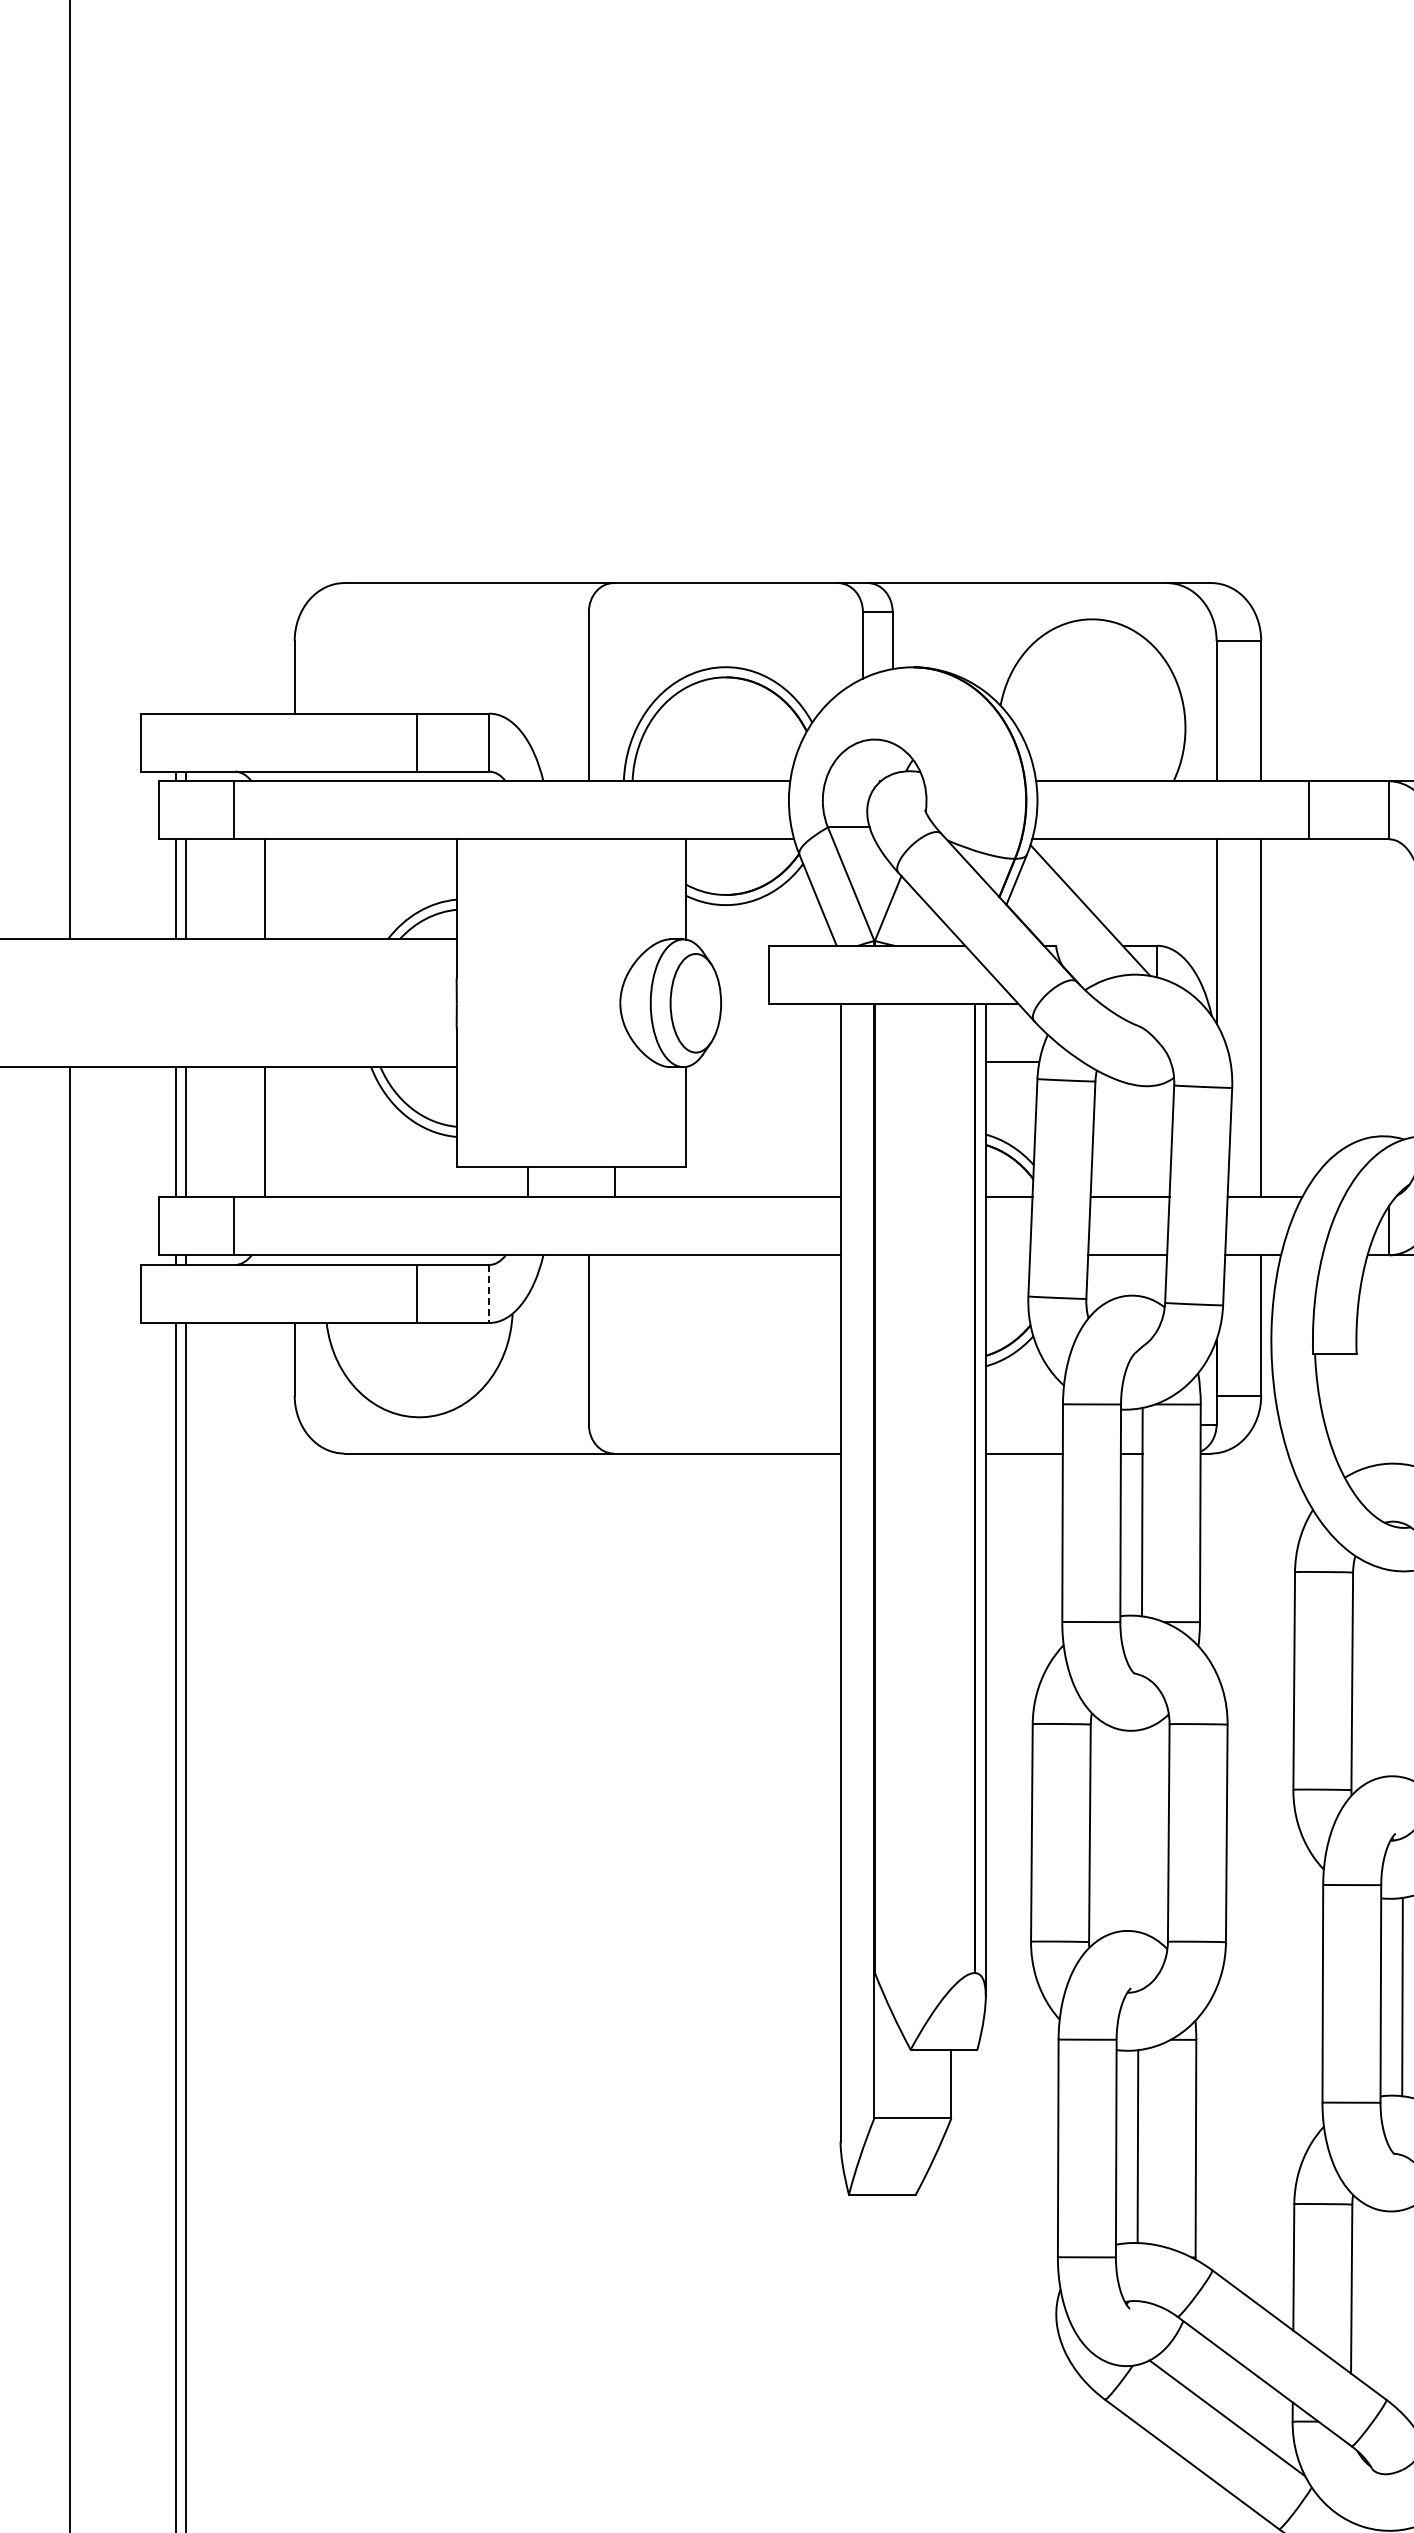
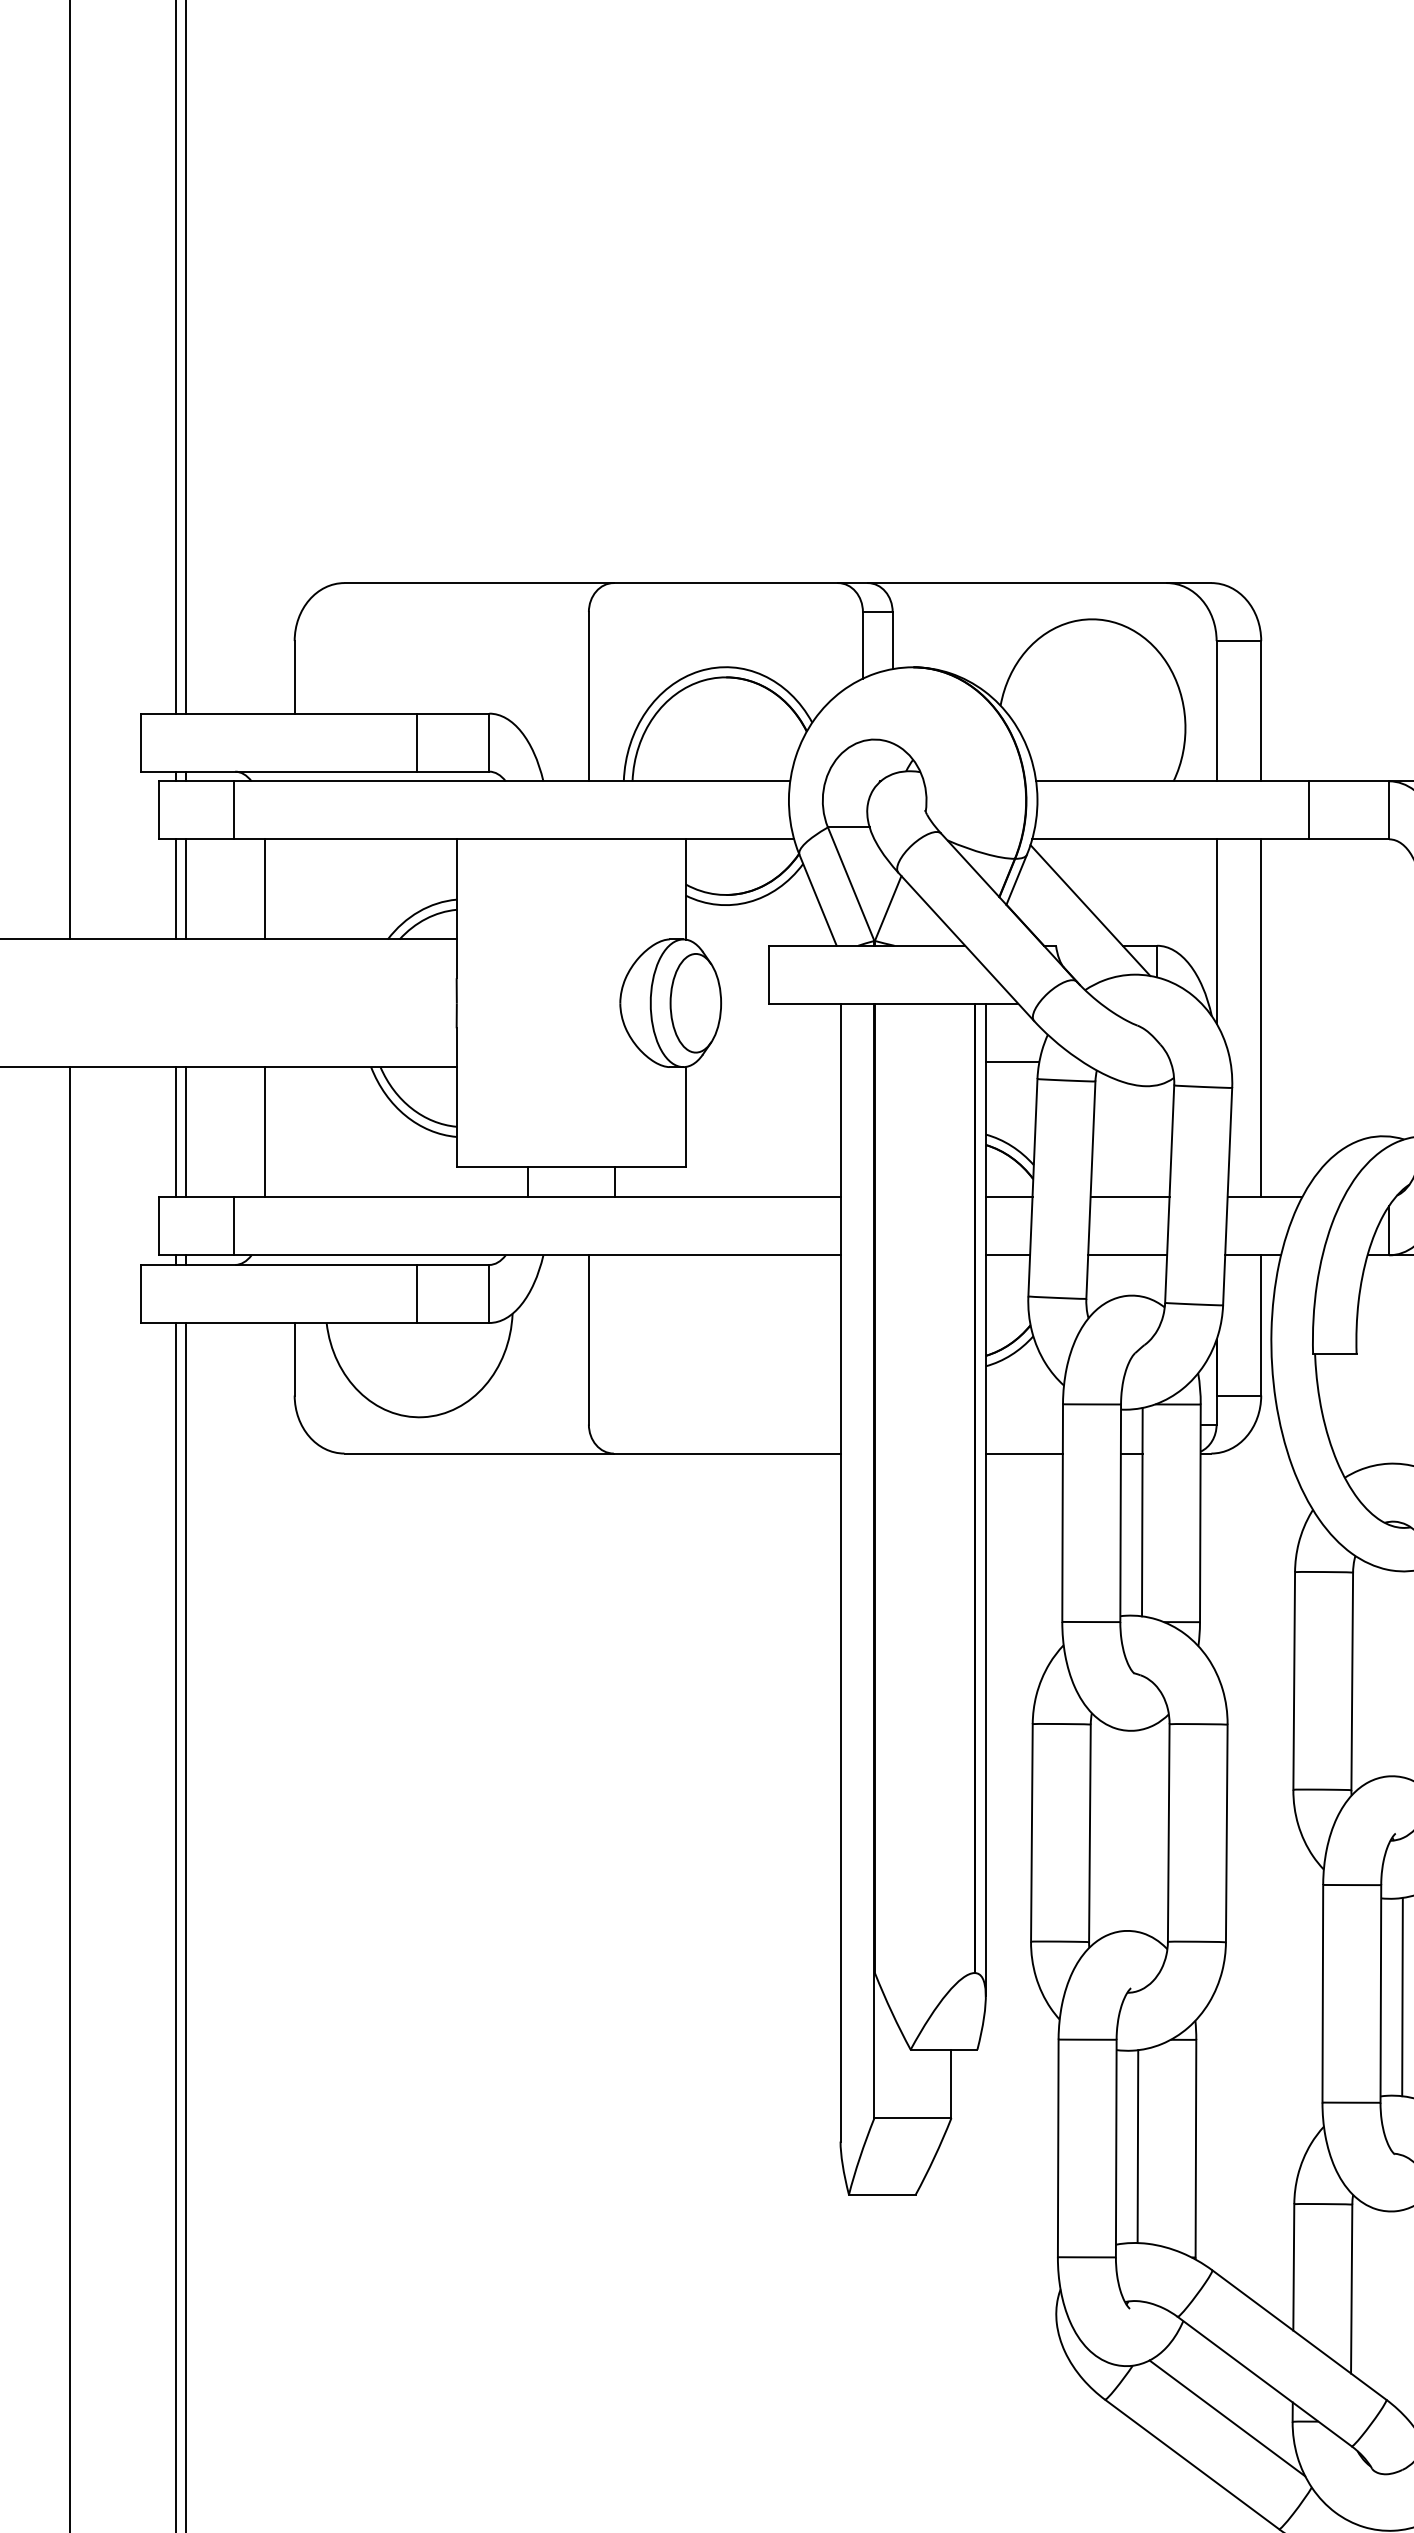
line at (176, 357): none -> present
line at (185, 357): none -> present
line at (1007, 1255): none -> present
line at (489, 1294): dashed -> solid
